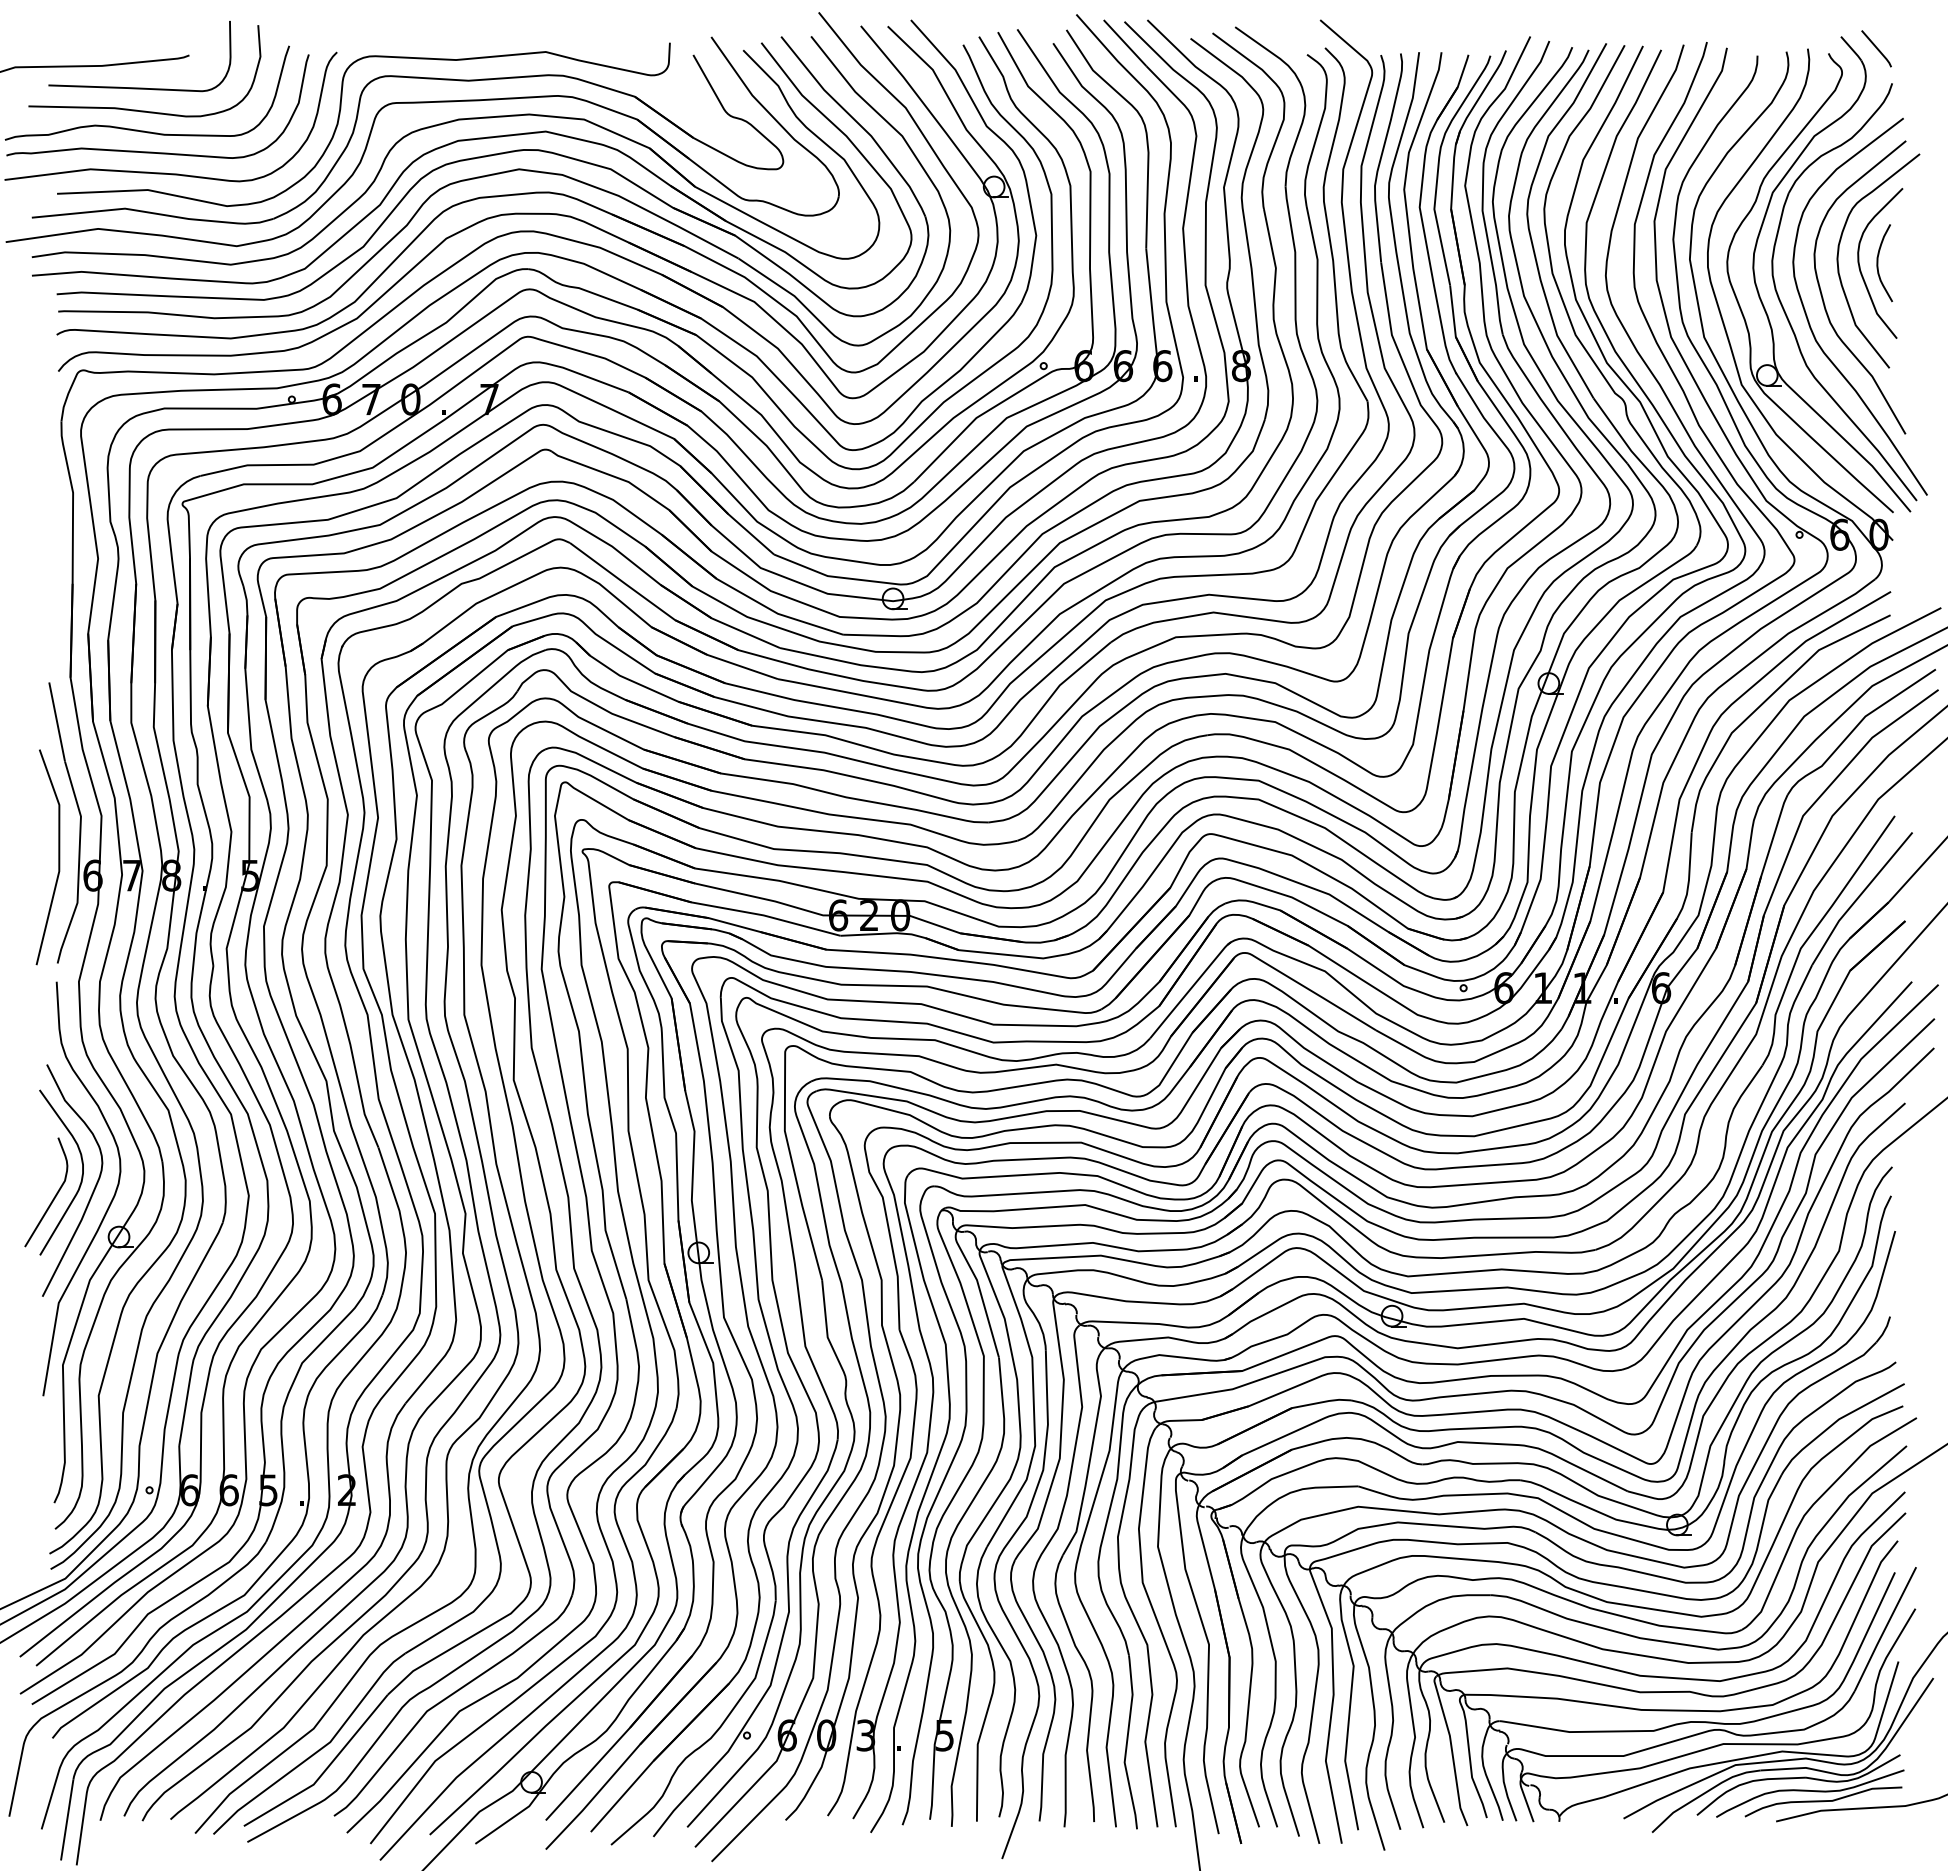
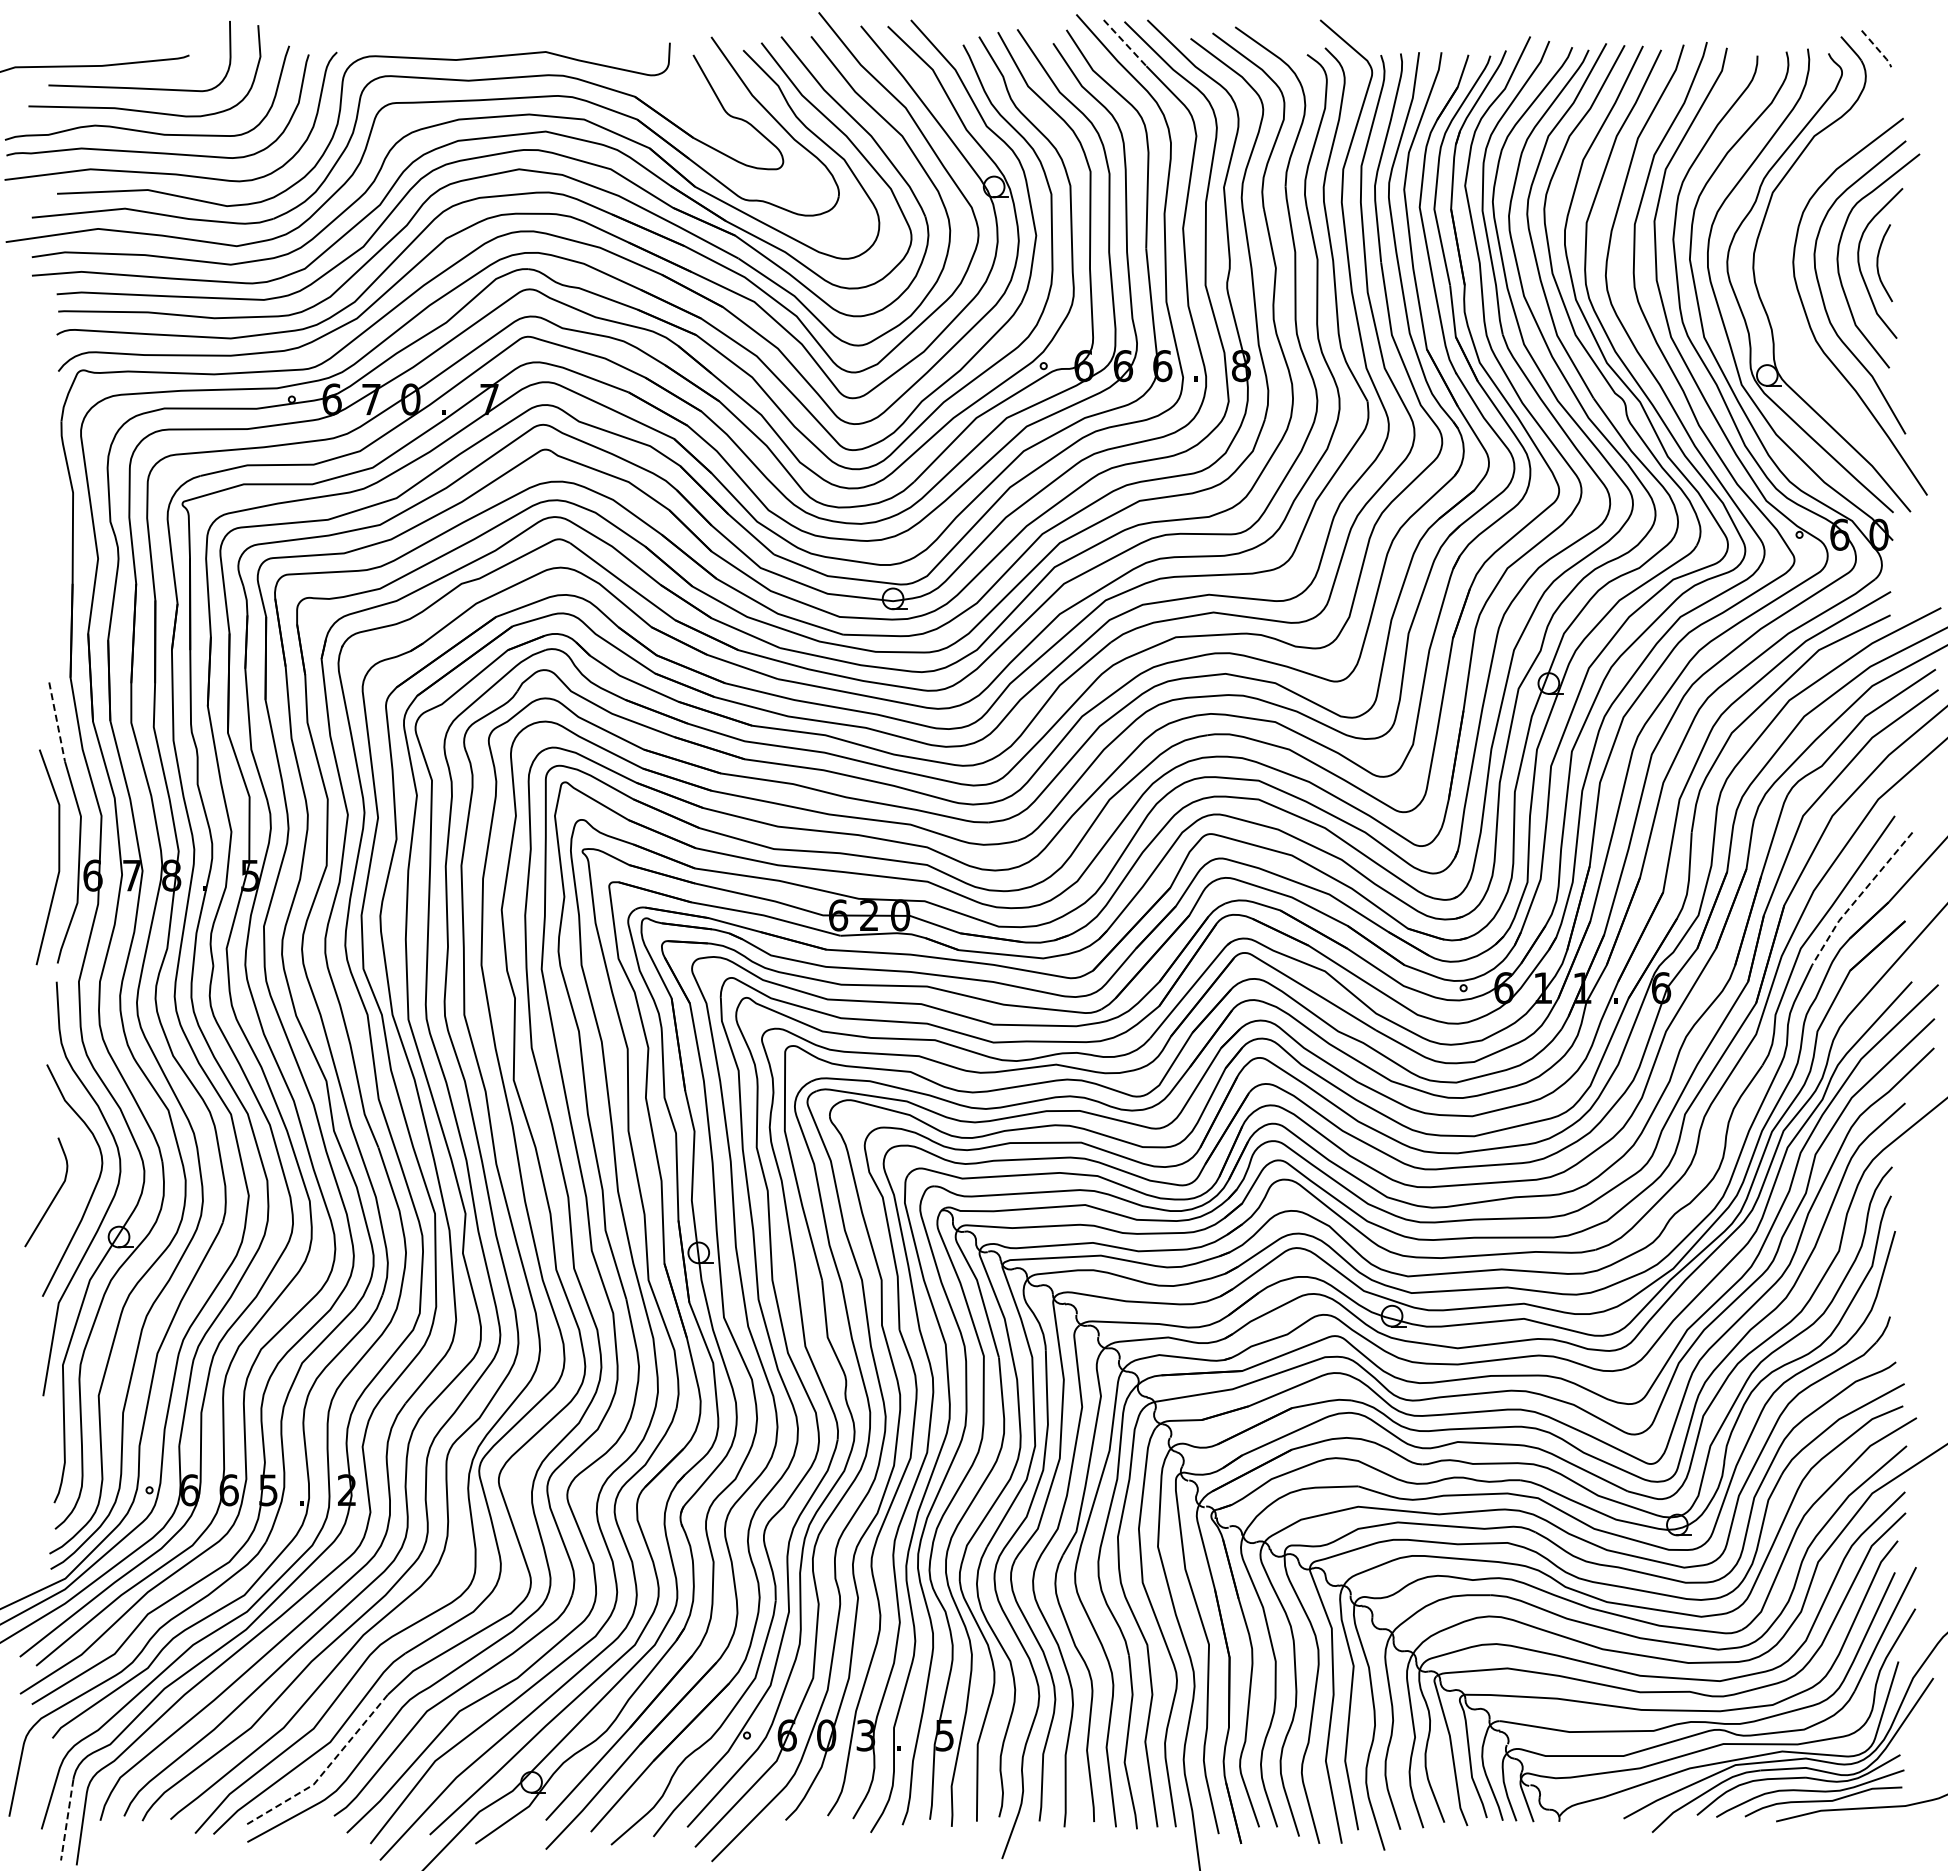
line at (1125, 43): solid -> dashed
line at (1878, 49): solid -> dashed
part at (1788, 317): present -> none
line at (57, 722): solid -> dashed
line at (1858, 897): solid -> dashed
curve at (81, 1175): present -> none
line at (324, 1771): solid -> dashed
line at (67, 1820): solid -> dashed
